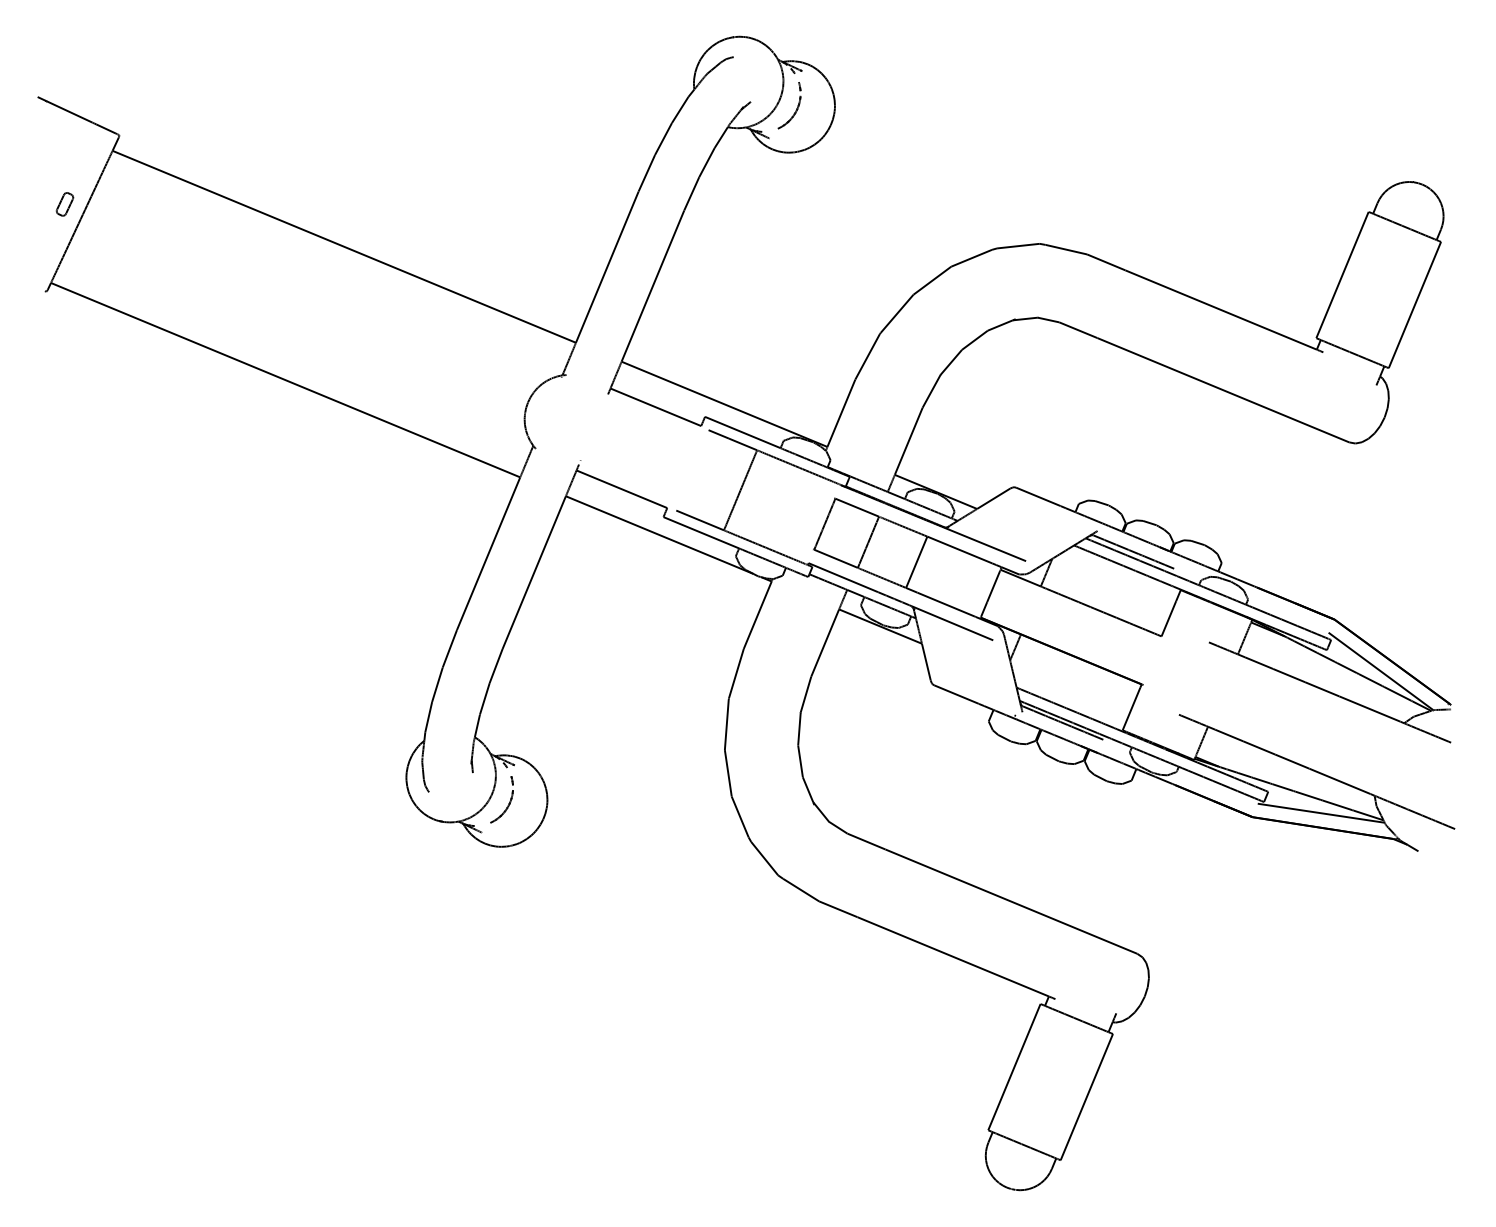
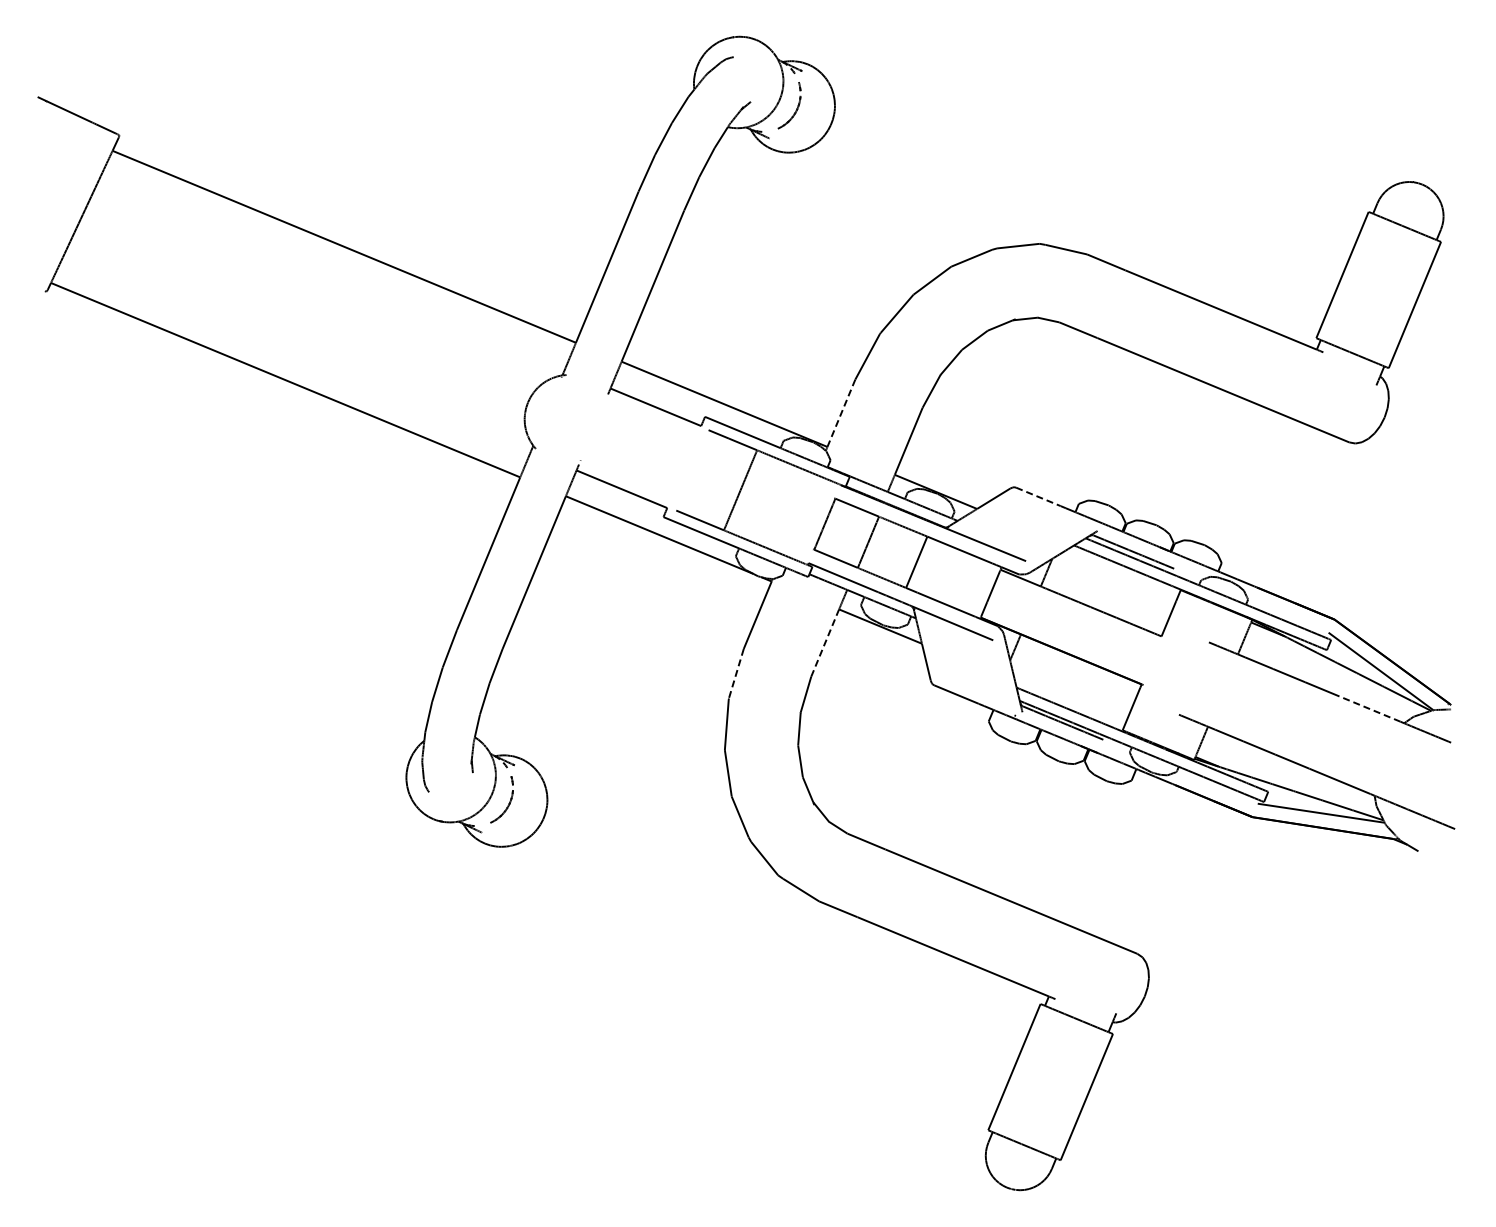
part at (64, 204): present -> none
line at (841, 413): solid -> dashed
line at (1038, 497): solid -> dashed
line at (825, 642): solid -> dashed
line at (736, 673): solid -> dashed
line at (1369, 708): solid -> dashed
